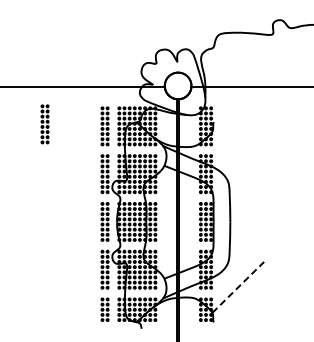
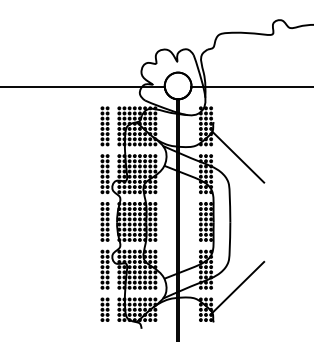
part at (44, 124): present -> none
line at (238, 156): none -> present
line at (238, 287): dashed -> solid
